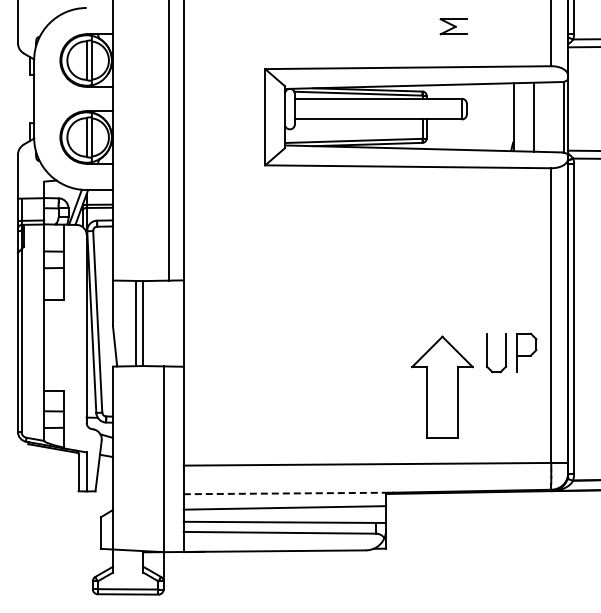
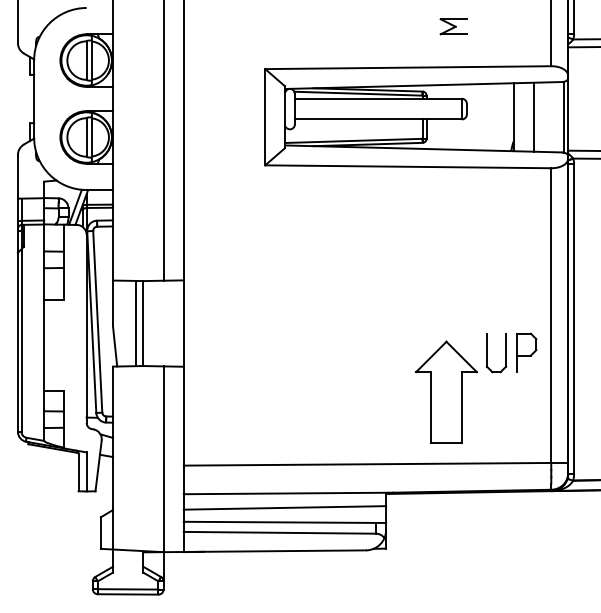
line at (168, 141) position: (168, 141) -> (163, 141)
part at (442, 386) position: (442, 386) -> (446, 391)
line at (285, 493): dashed -> solid
